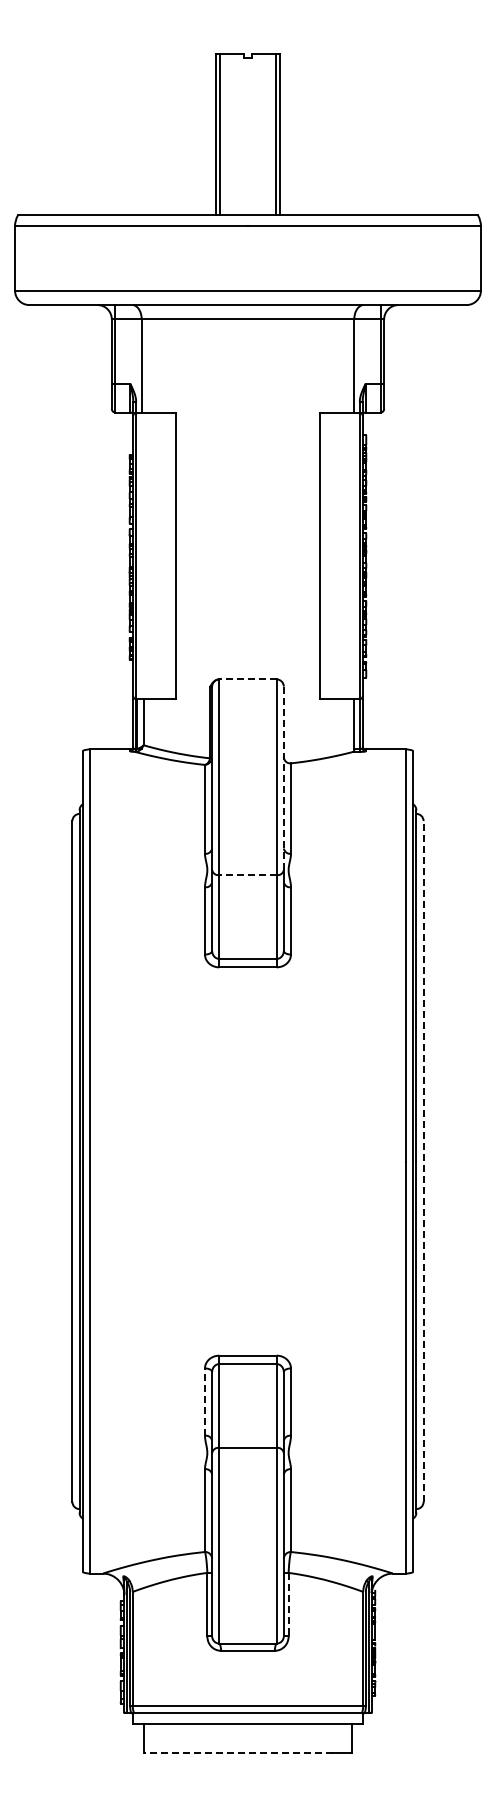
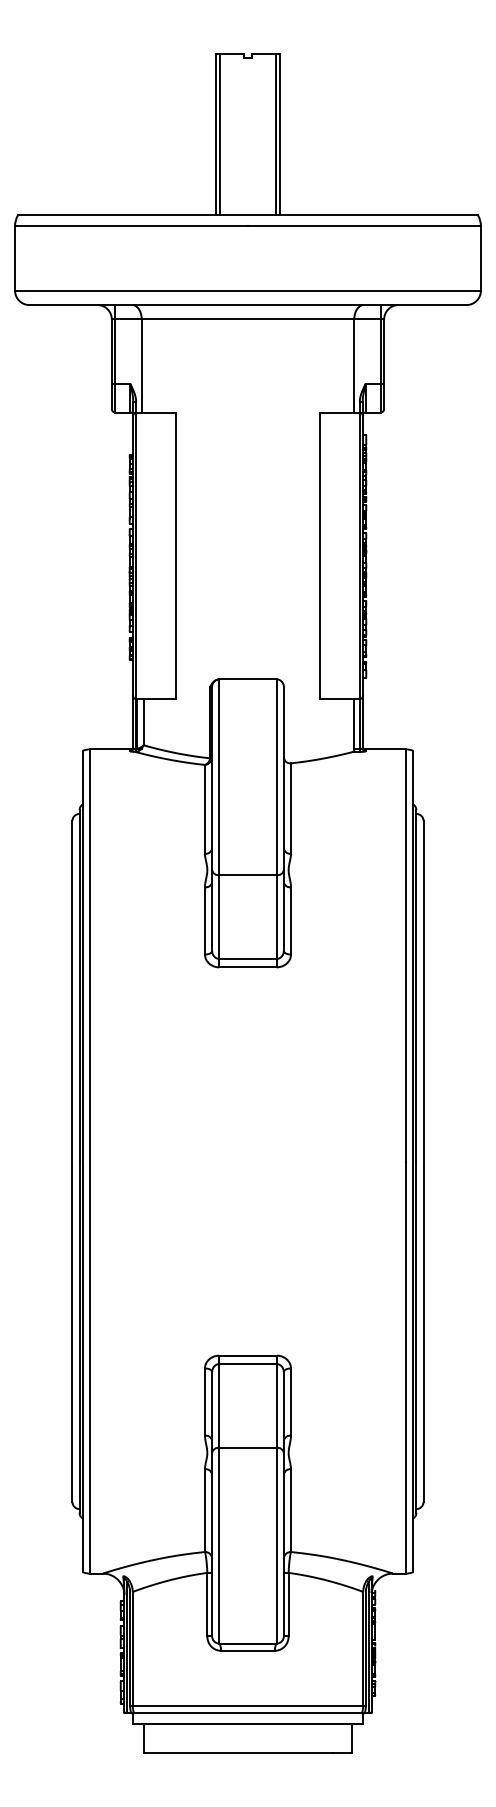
line at (248, 679): dashed -> solid
line at (283, 778): dashed -> solid
line at (248, 875): dashed -> solid
line at (423, 1161): dashed -> solid
line at (204, 1402): dashed -> solid
line at (288, 1604): dashed -> solid
line at (238, 1752): dashed -> solid
